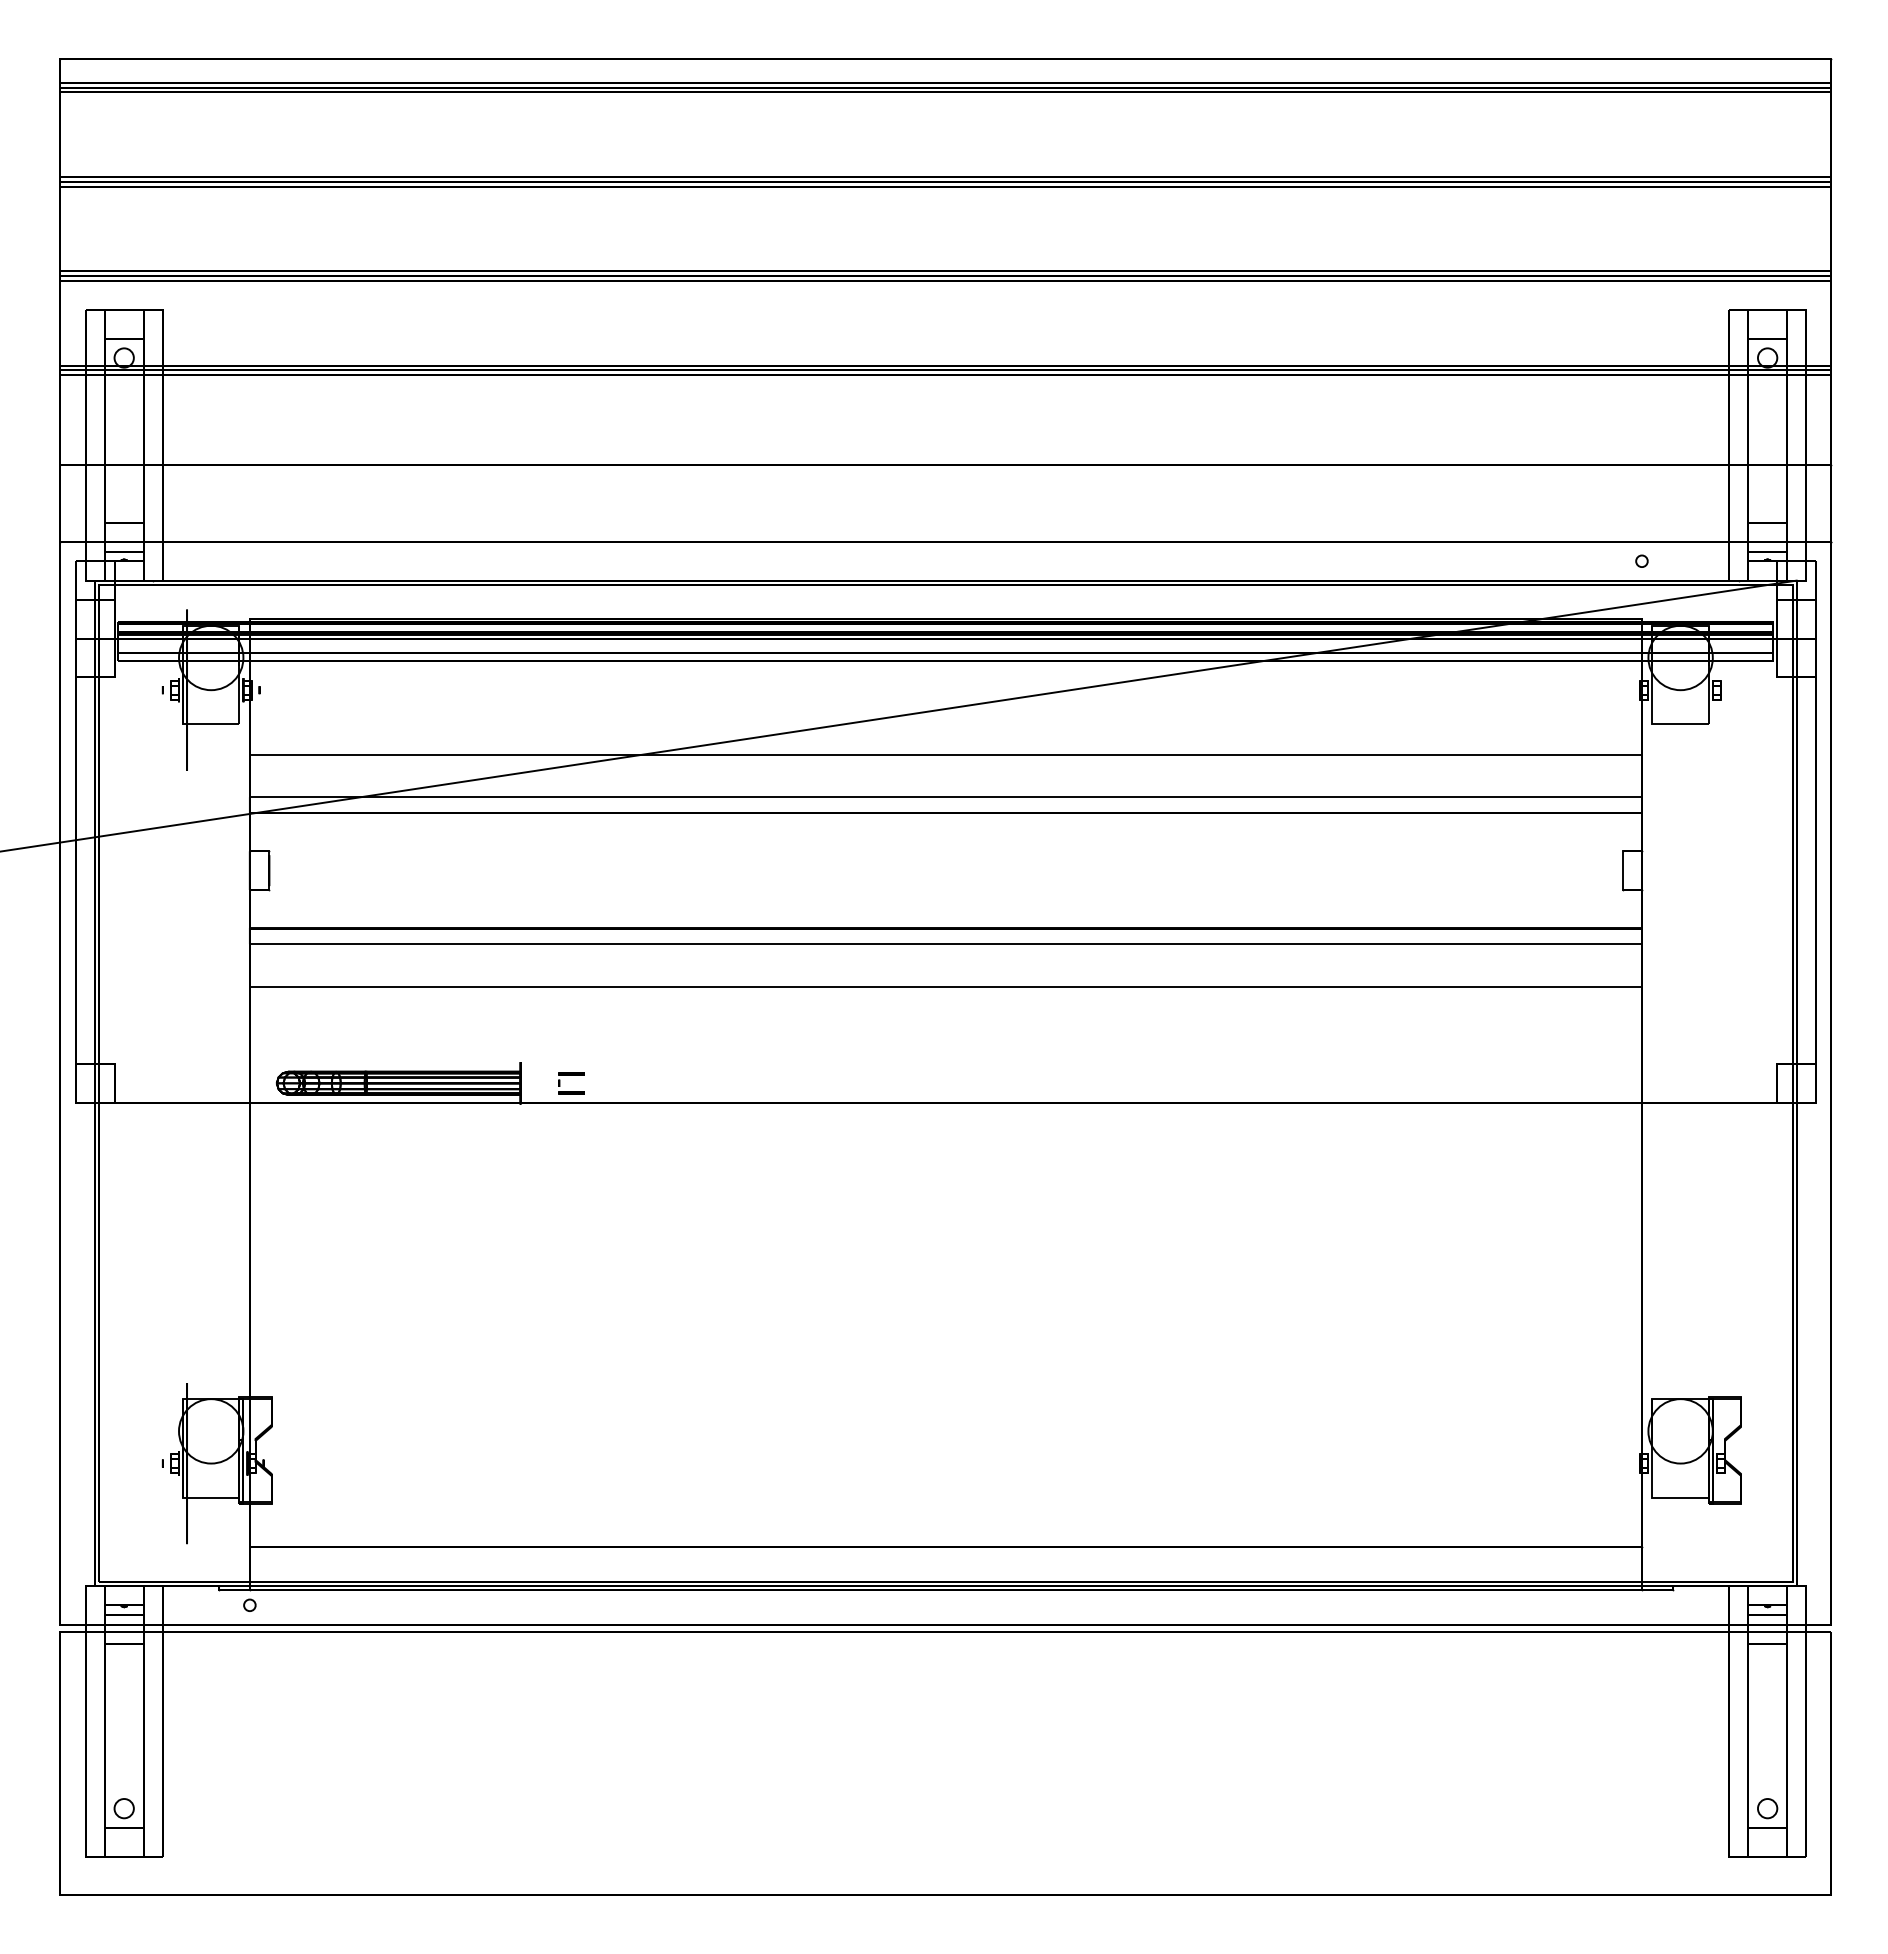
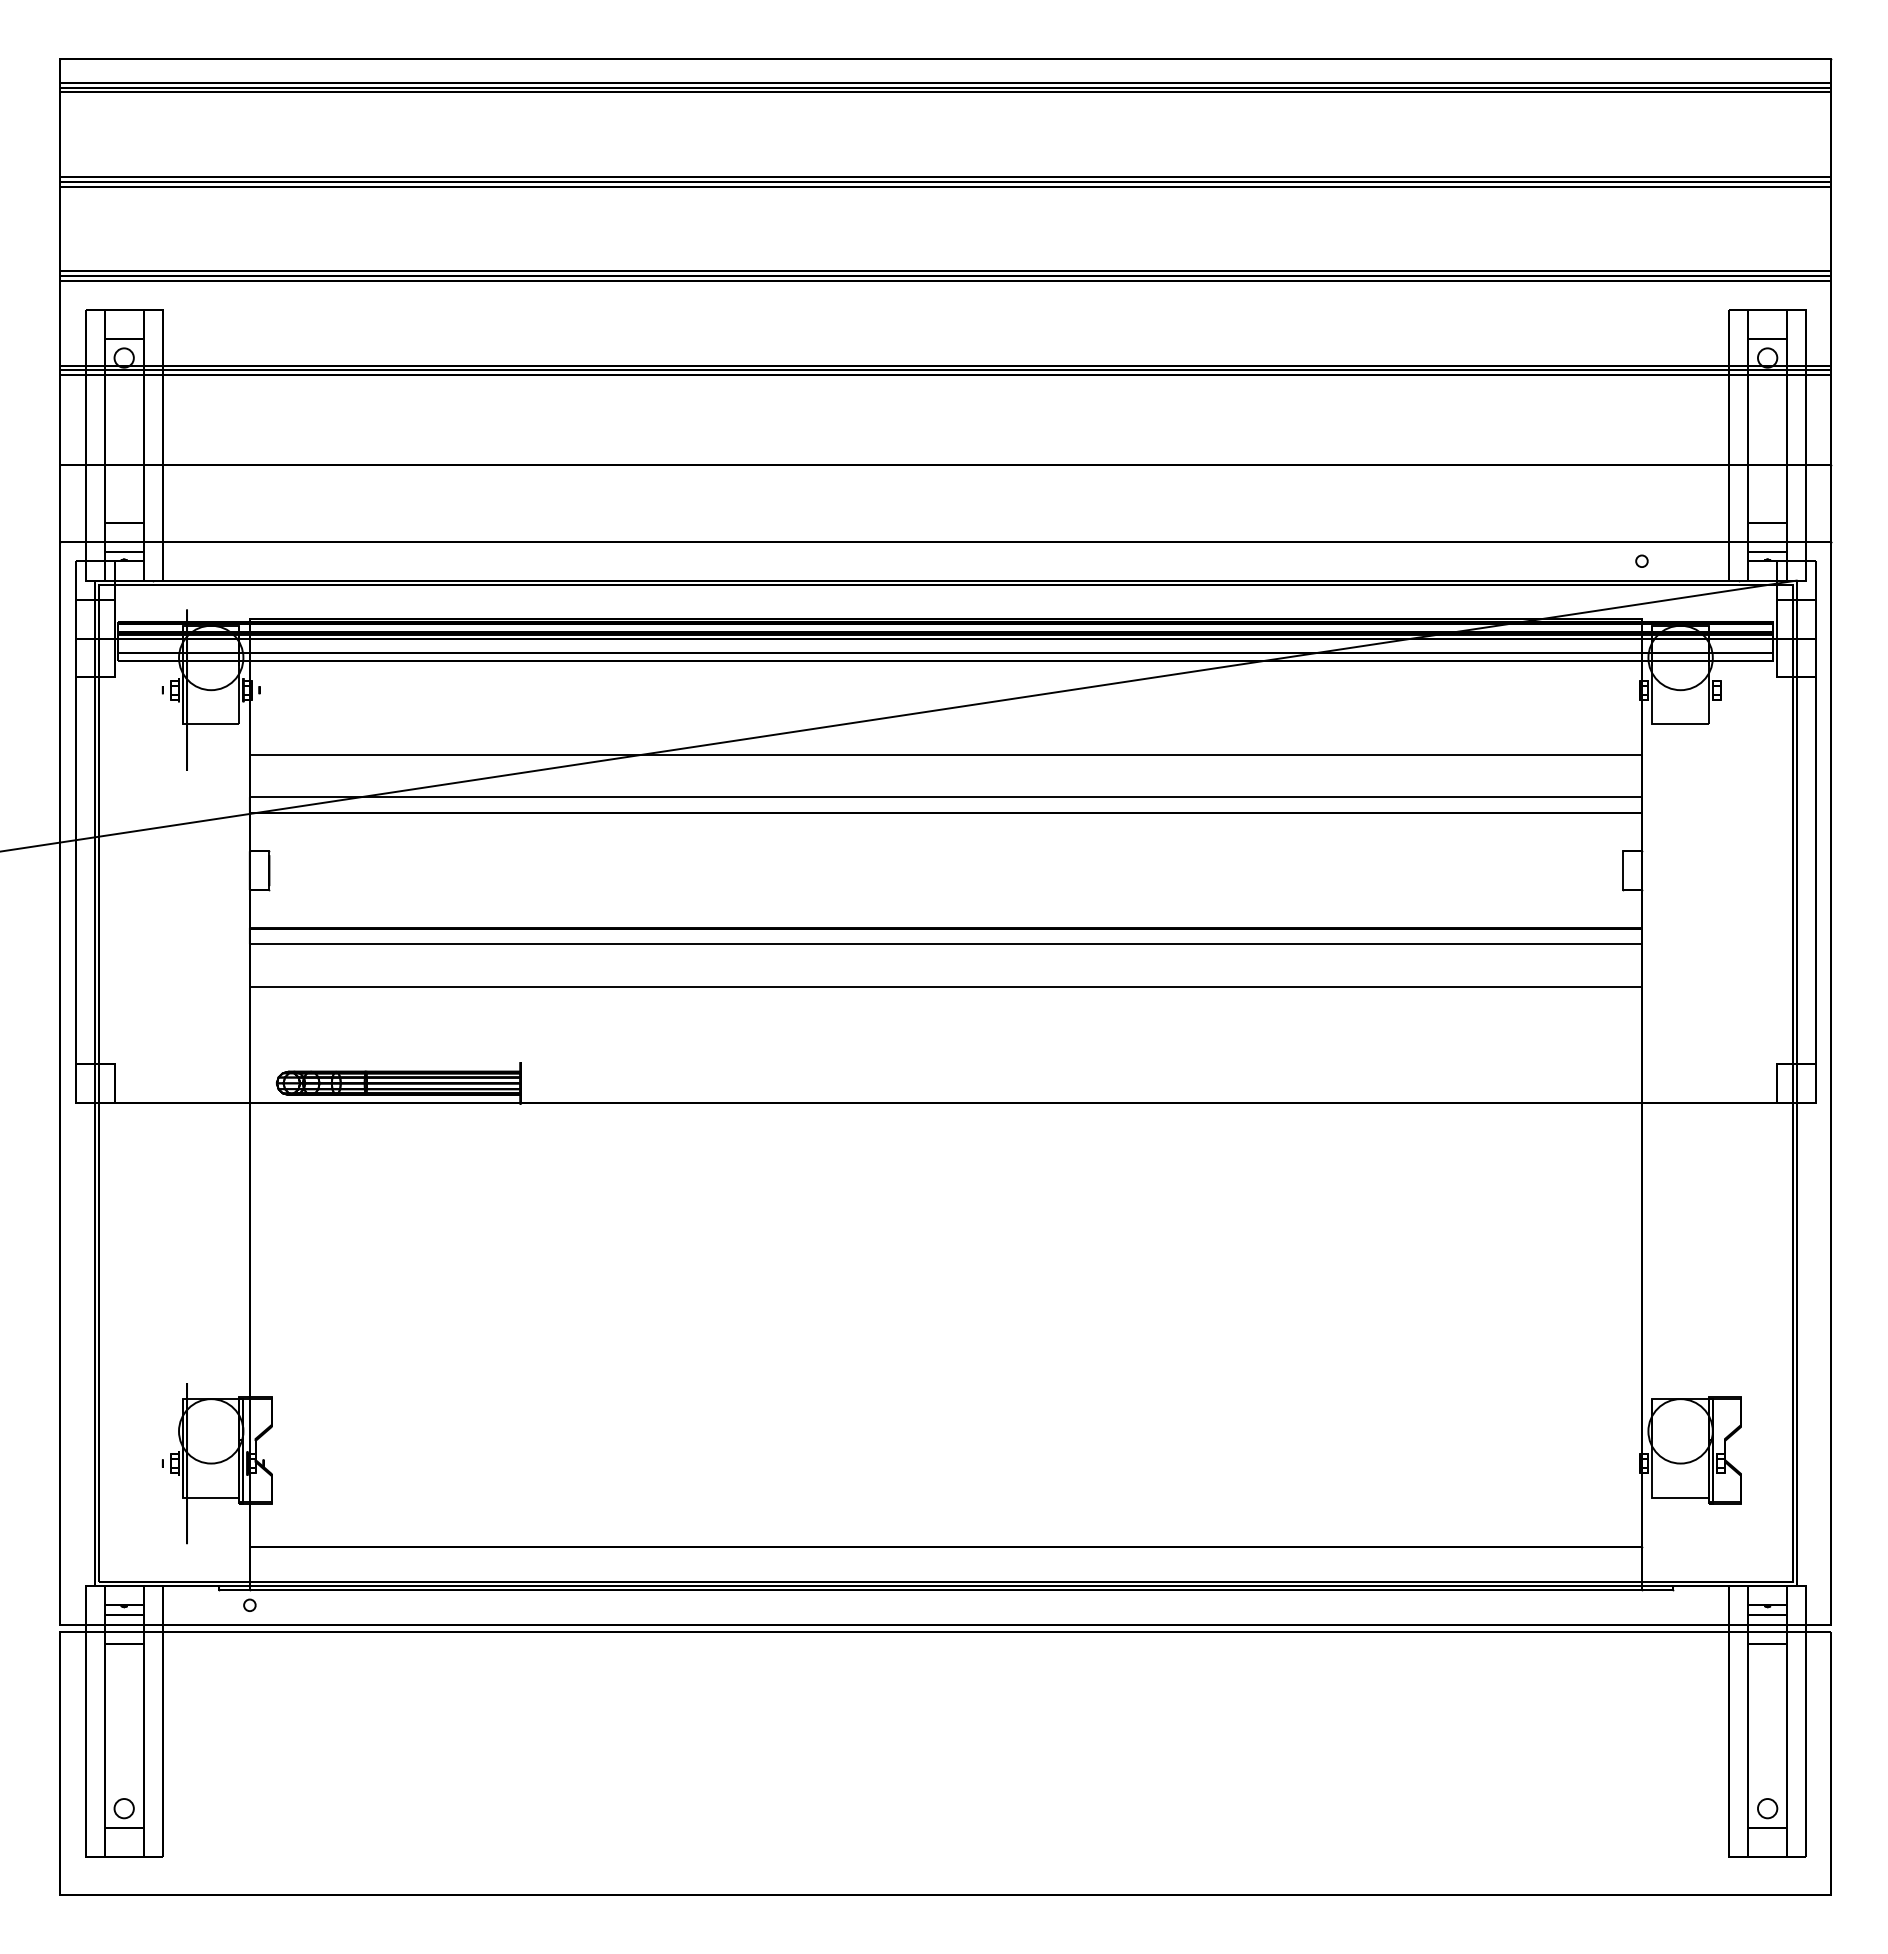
part at (571, 1075): present -> none
